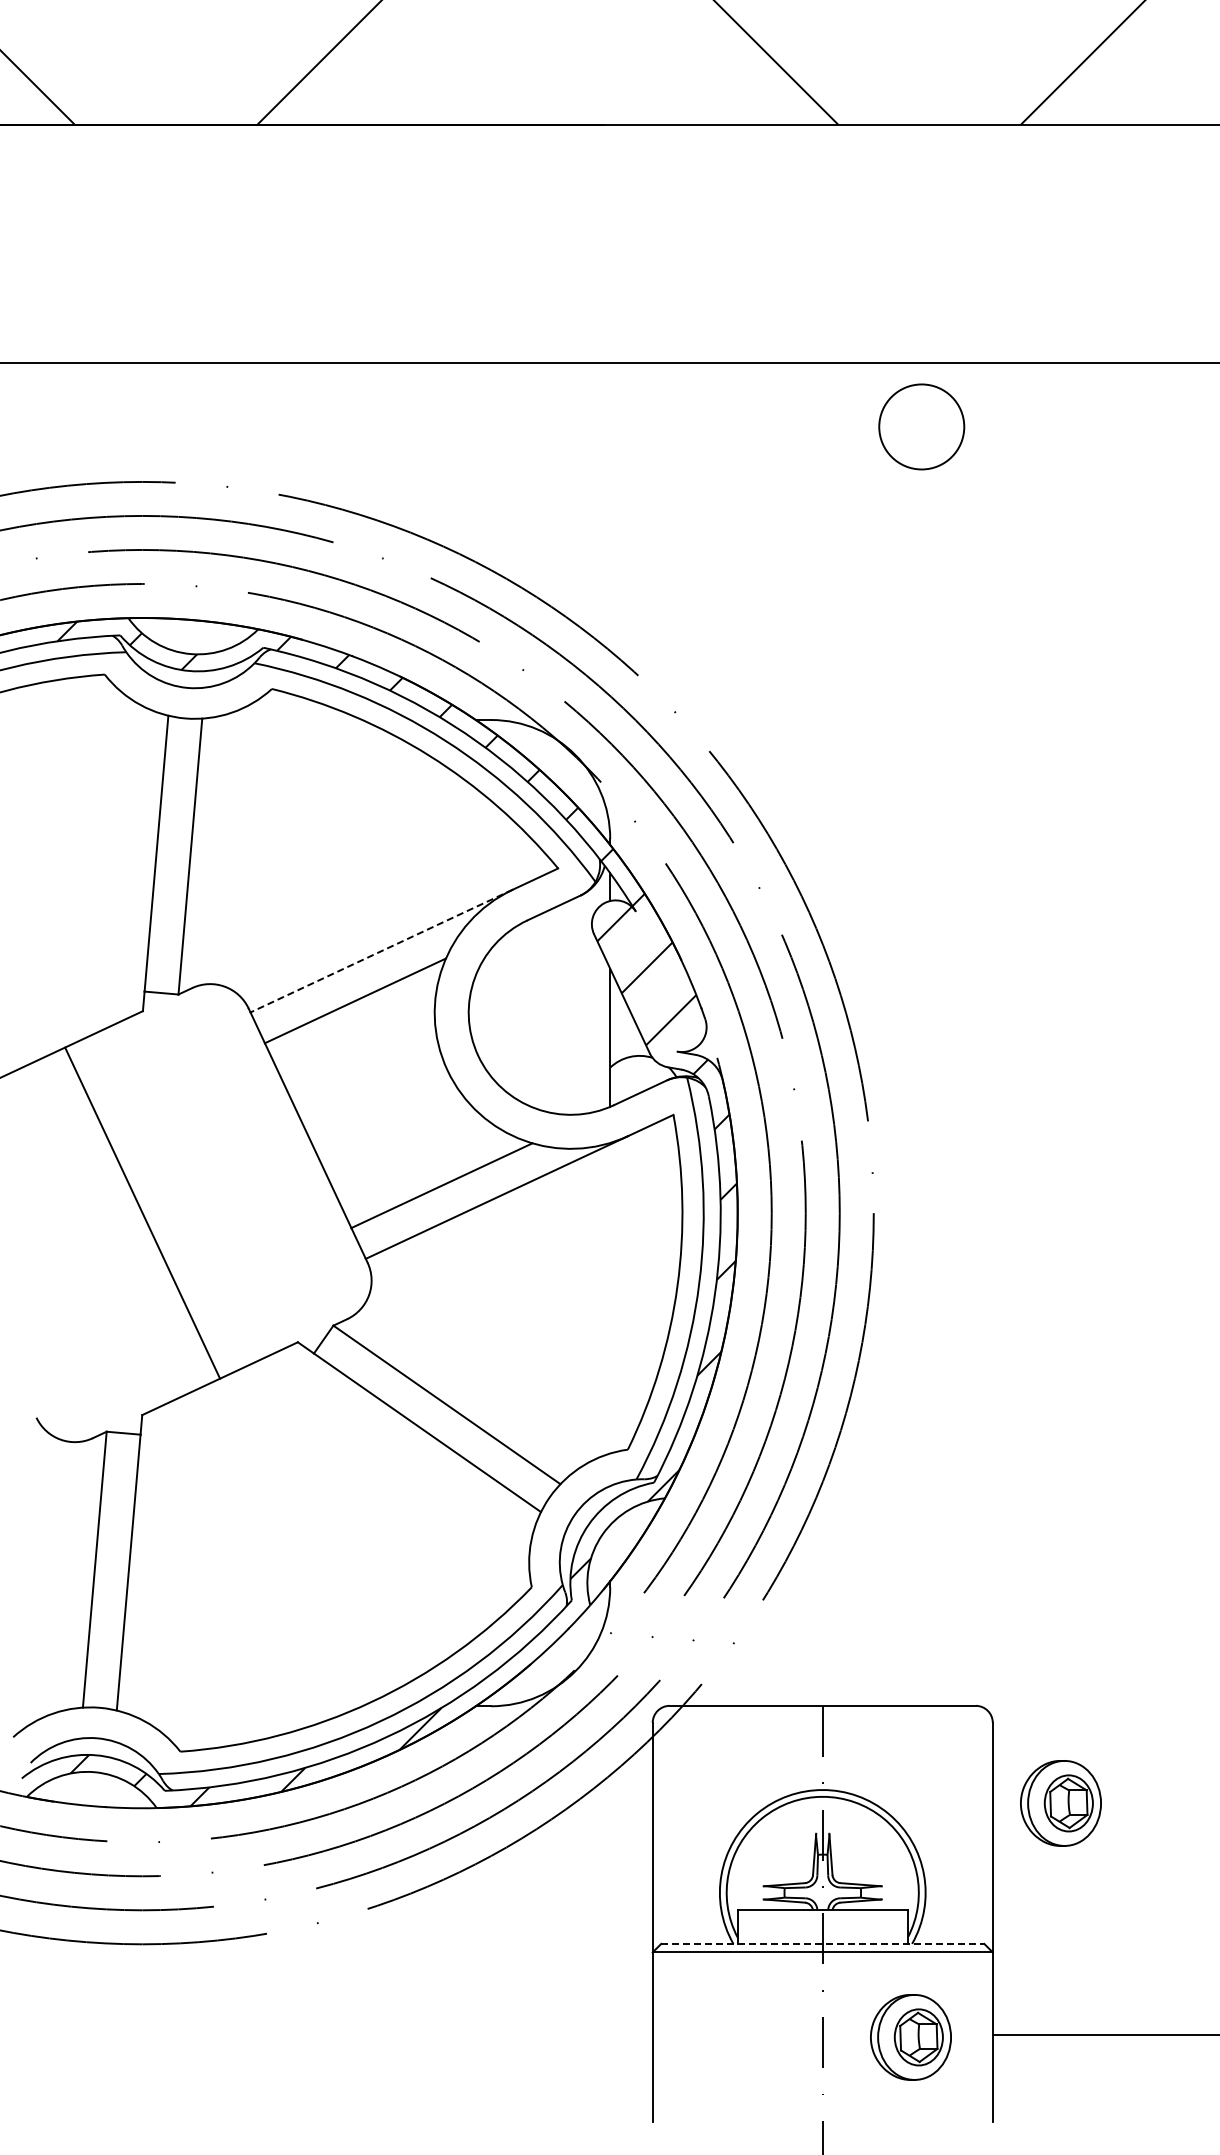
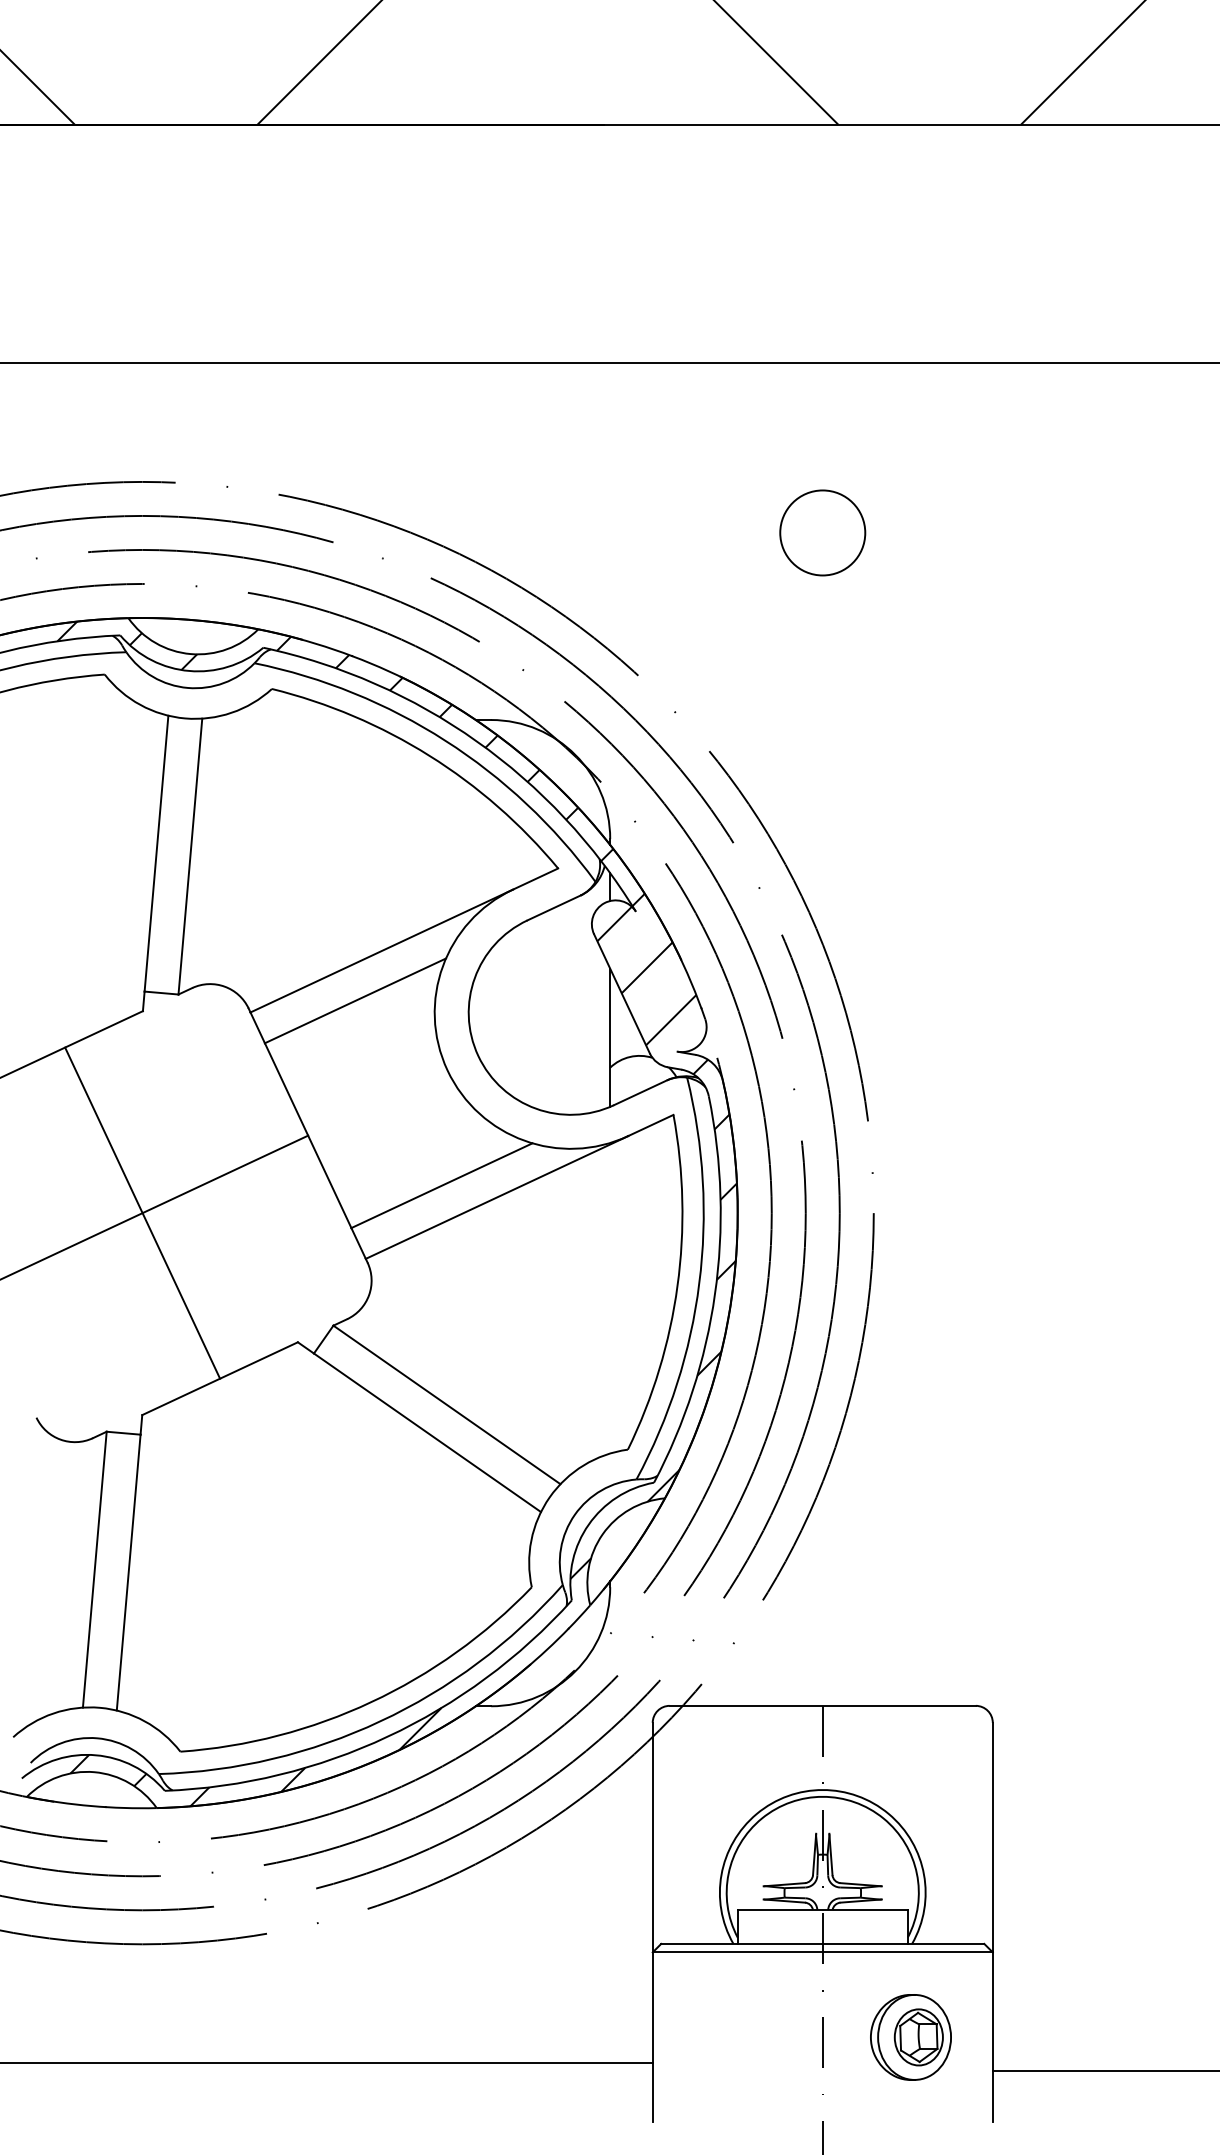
circle at (921, 426) position: (921, 426) -> (822, 532)
line at (381, 951): dashed -> solid
line at (155, 1206): none -> present
part at (1060, 1803): present -> none
line at (822, 1943): dashed -> solid
line at (1104, 2034) position: (1104, 2034) -> (1104, 2070)
line at (327, 2063): none -> present
